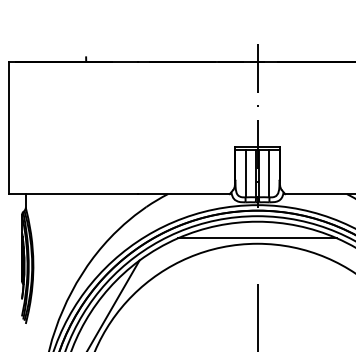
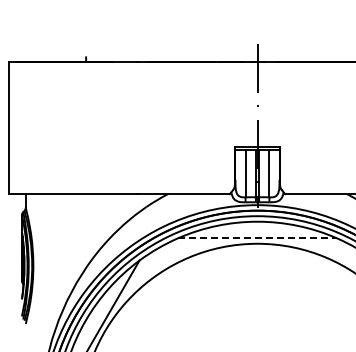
line at (257, 238): solid -> dashed
line at (257, 316): present -> none
